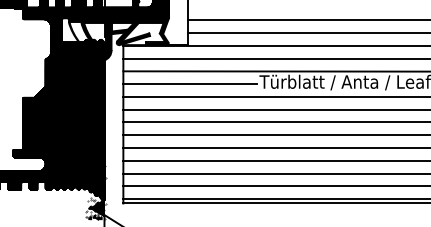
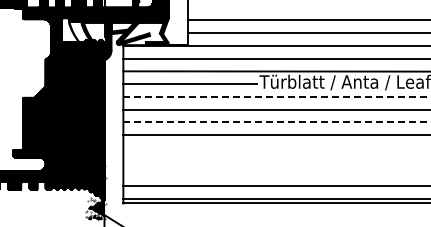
line at (277, 96): solid -> dashed
line at (277, 122): solid -> dashed
line at (275, 148): present -> none
line at (275, 160): present -> none
line at (275, 173): present -> none
